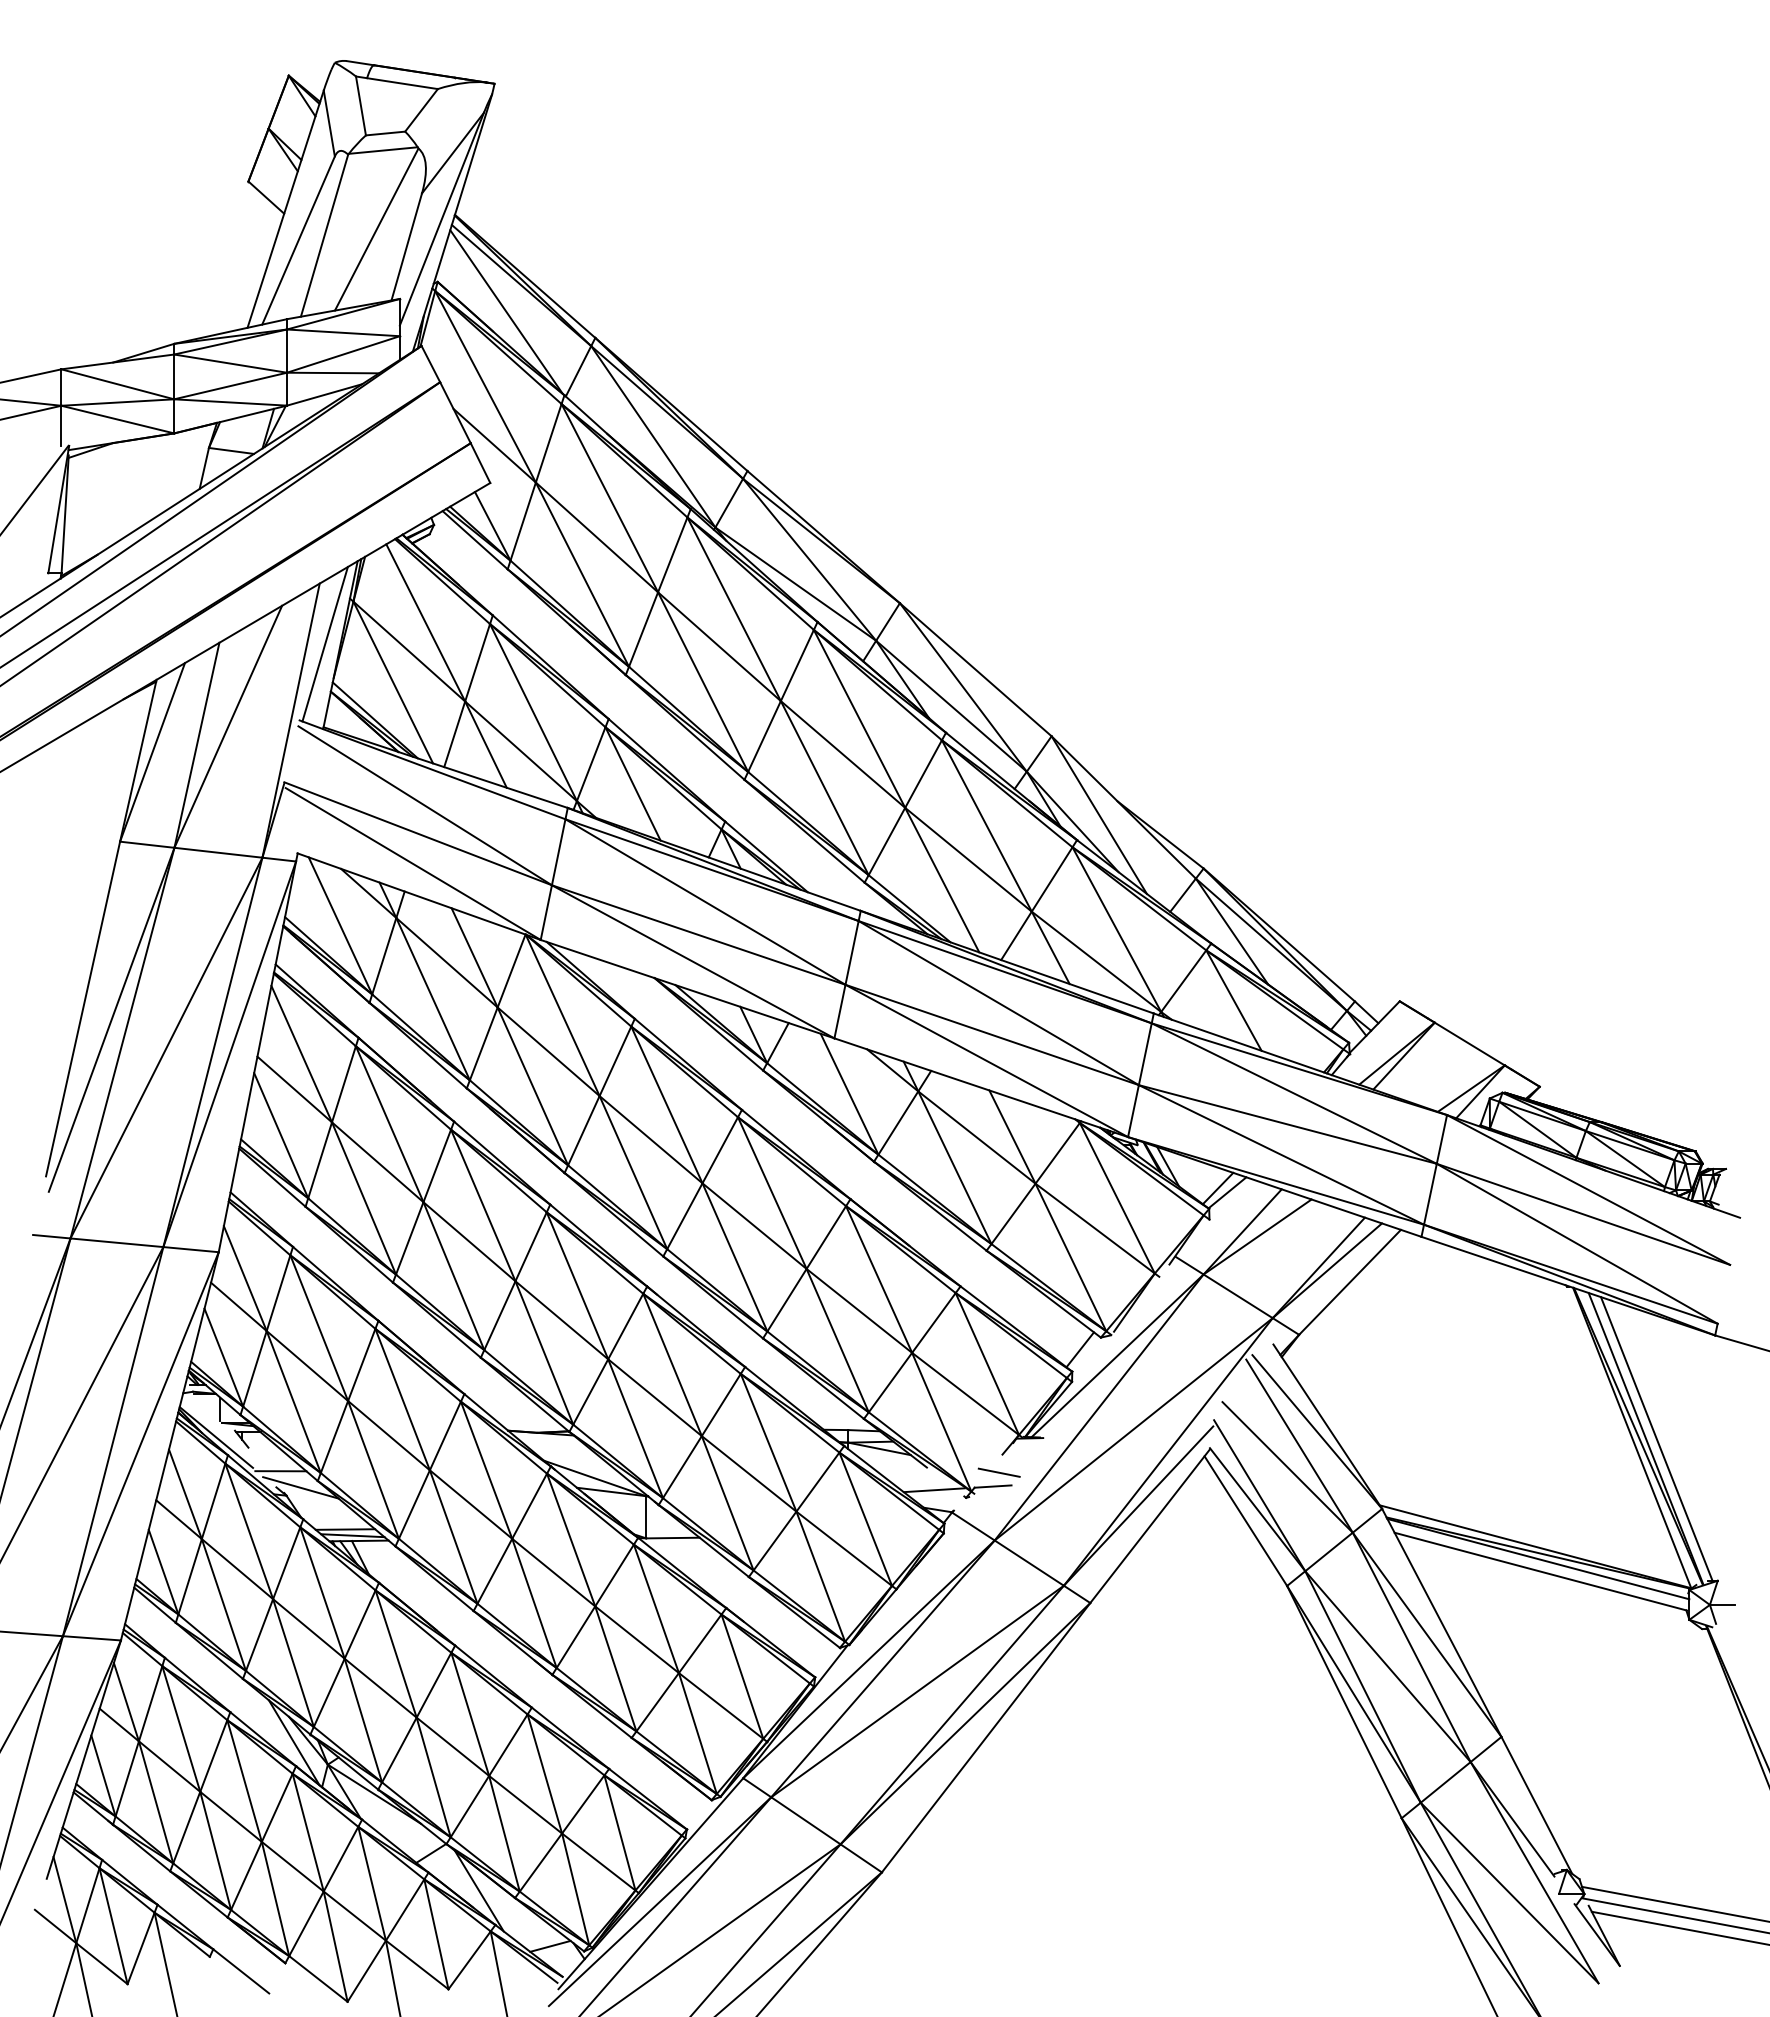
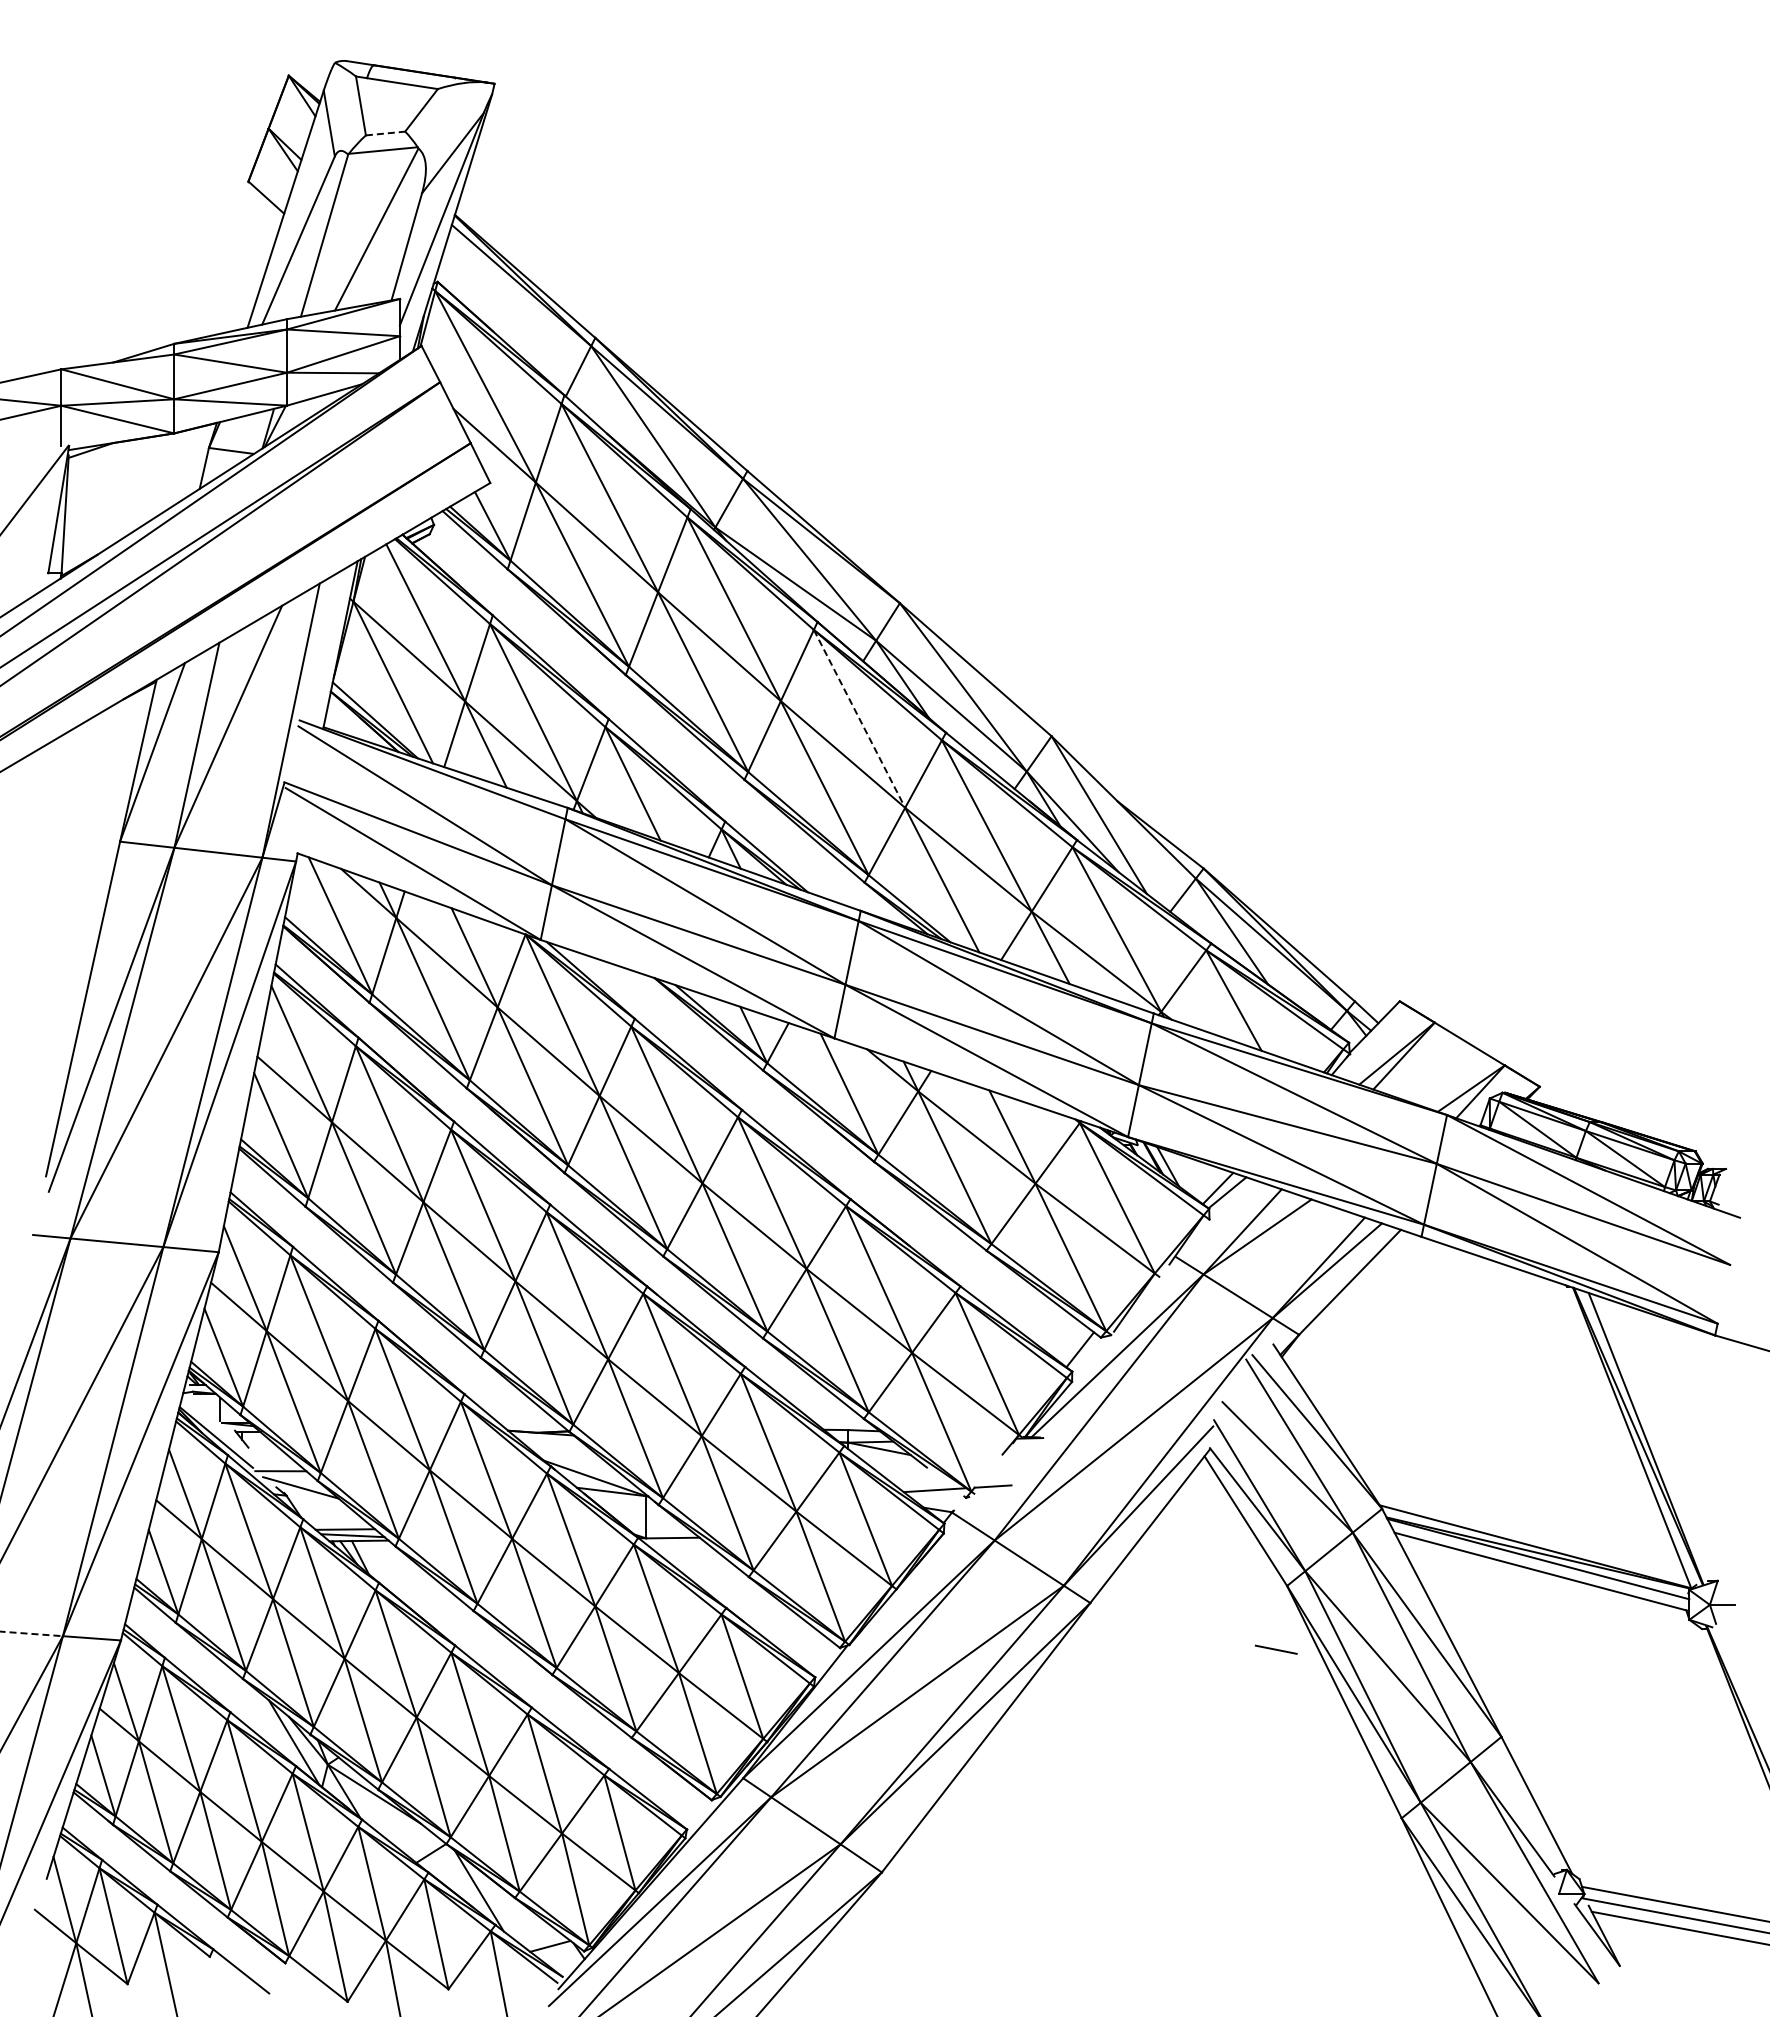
line at (385, 133): solid -> dashed
line at (506, 311): present -> none
line at (324, 644): present -> none
line at (859, 718): solid -> dashed
line at (1656, 1438): present -> none
line at (998, 1472) position: (998, 1472) -> (1275, 1649)
line at (32, 1633): solid -> dashed
